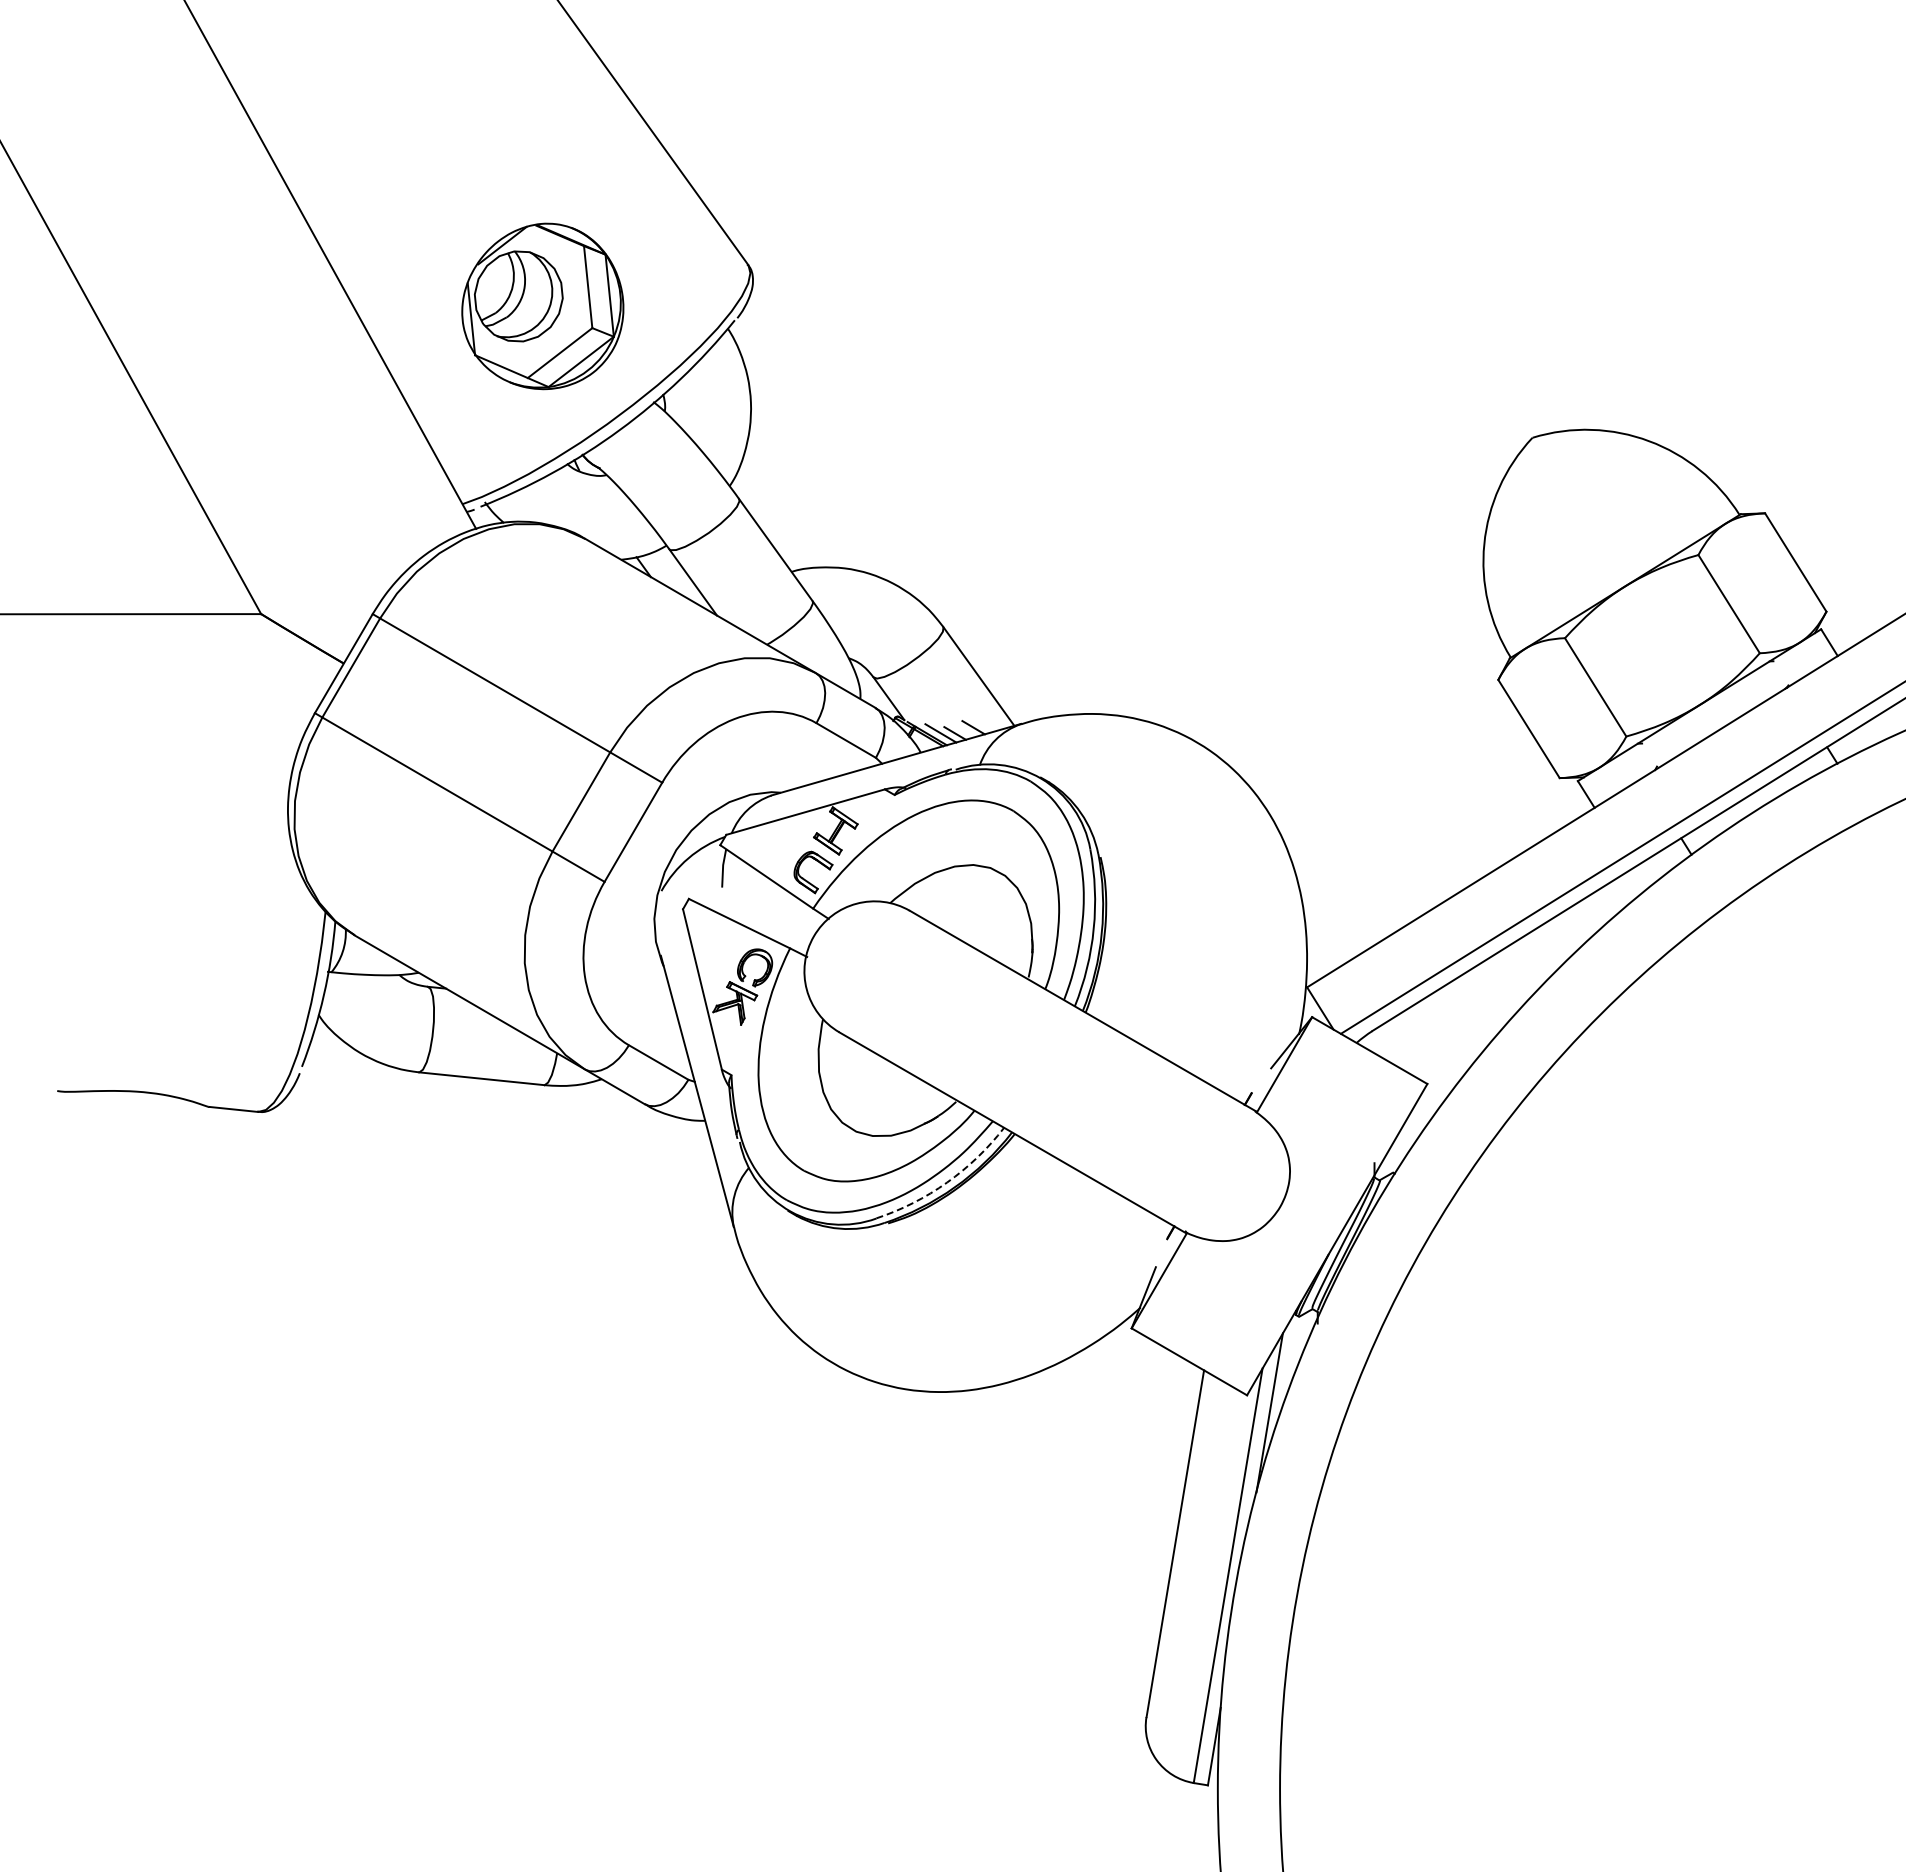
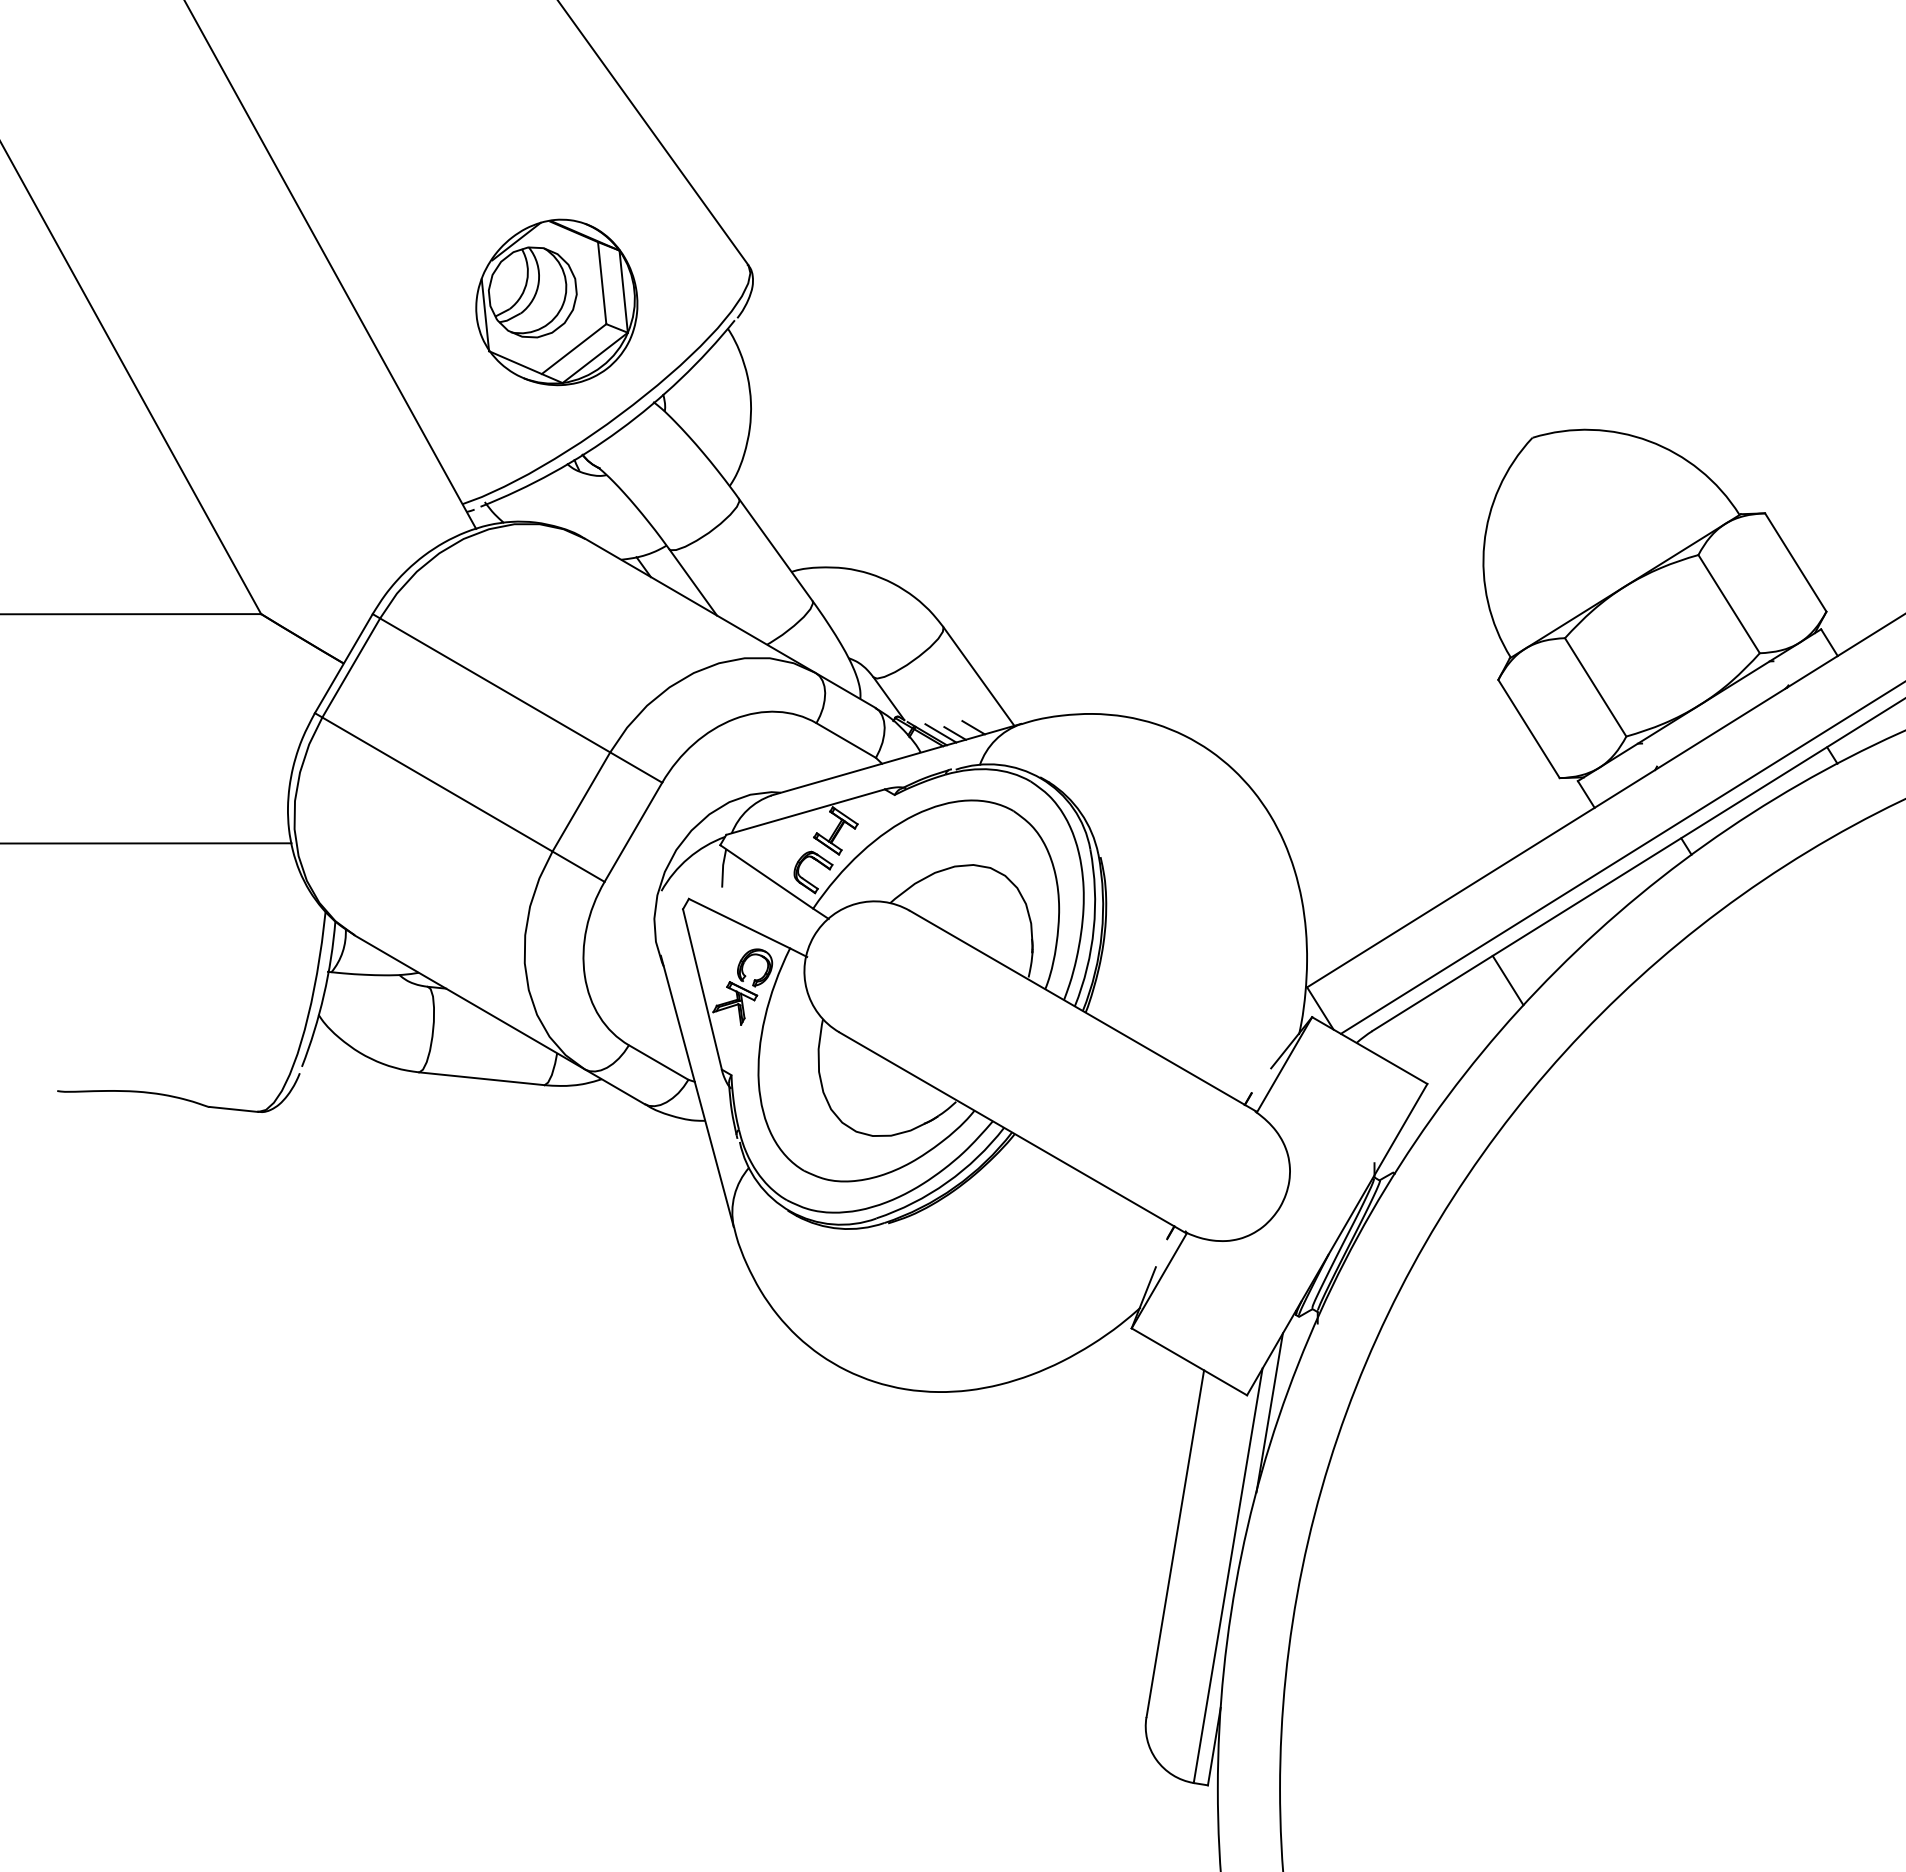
part at (542, 306) position: (542, 306) -> (556, 302)
line at (146, 843): none -> present
line at (1507, 980): none -> present
arc at (947, 1182): dashed -> solid
